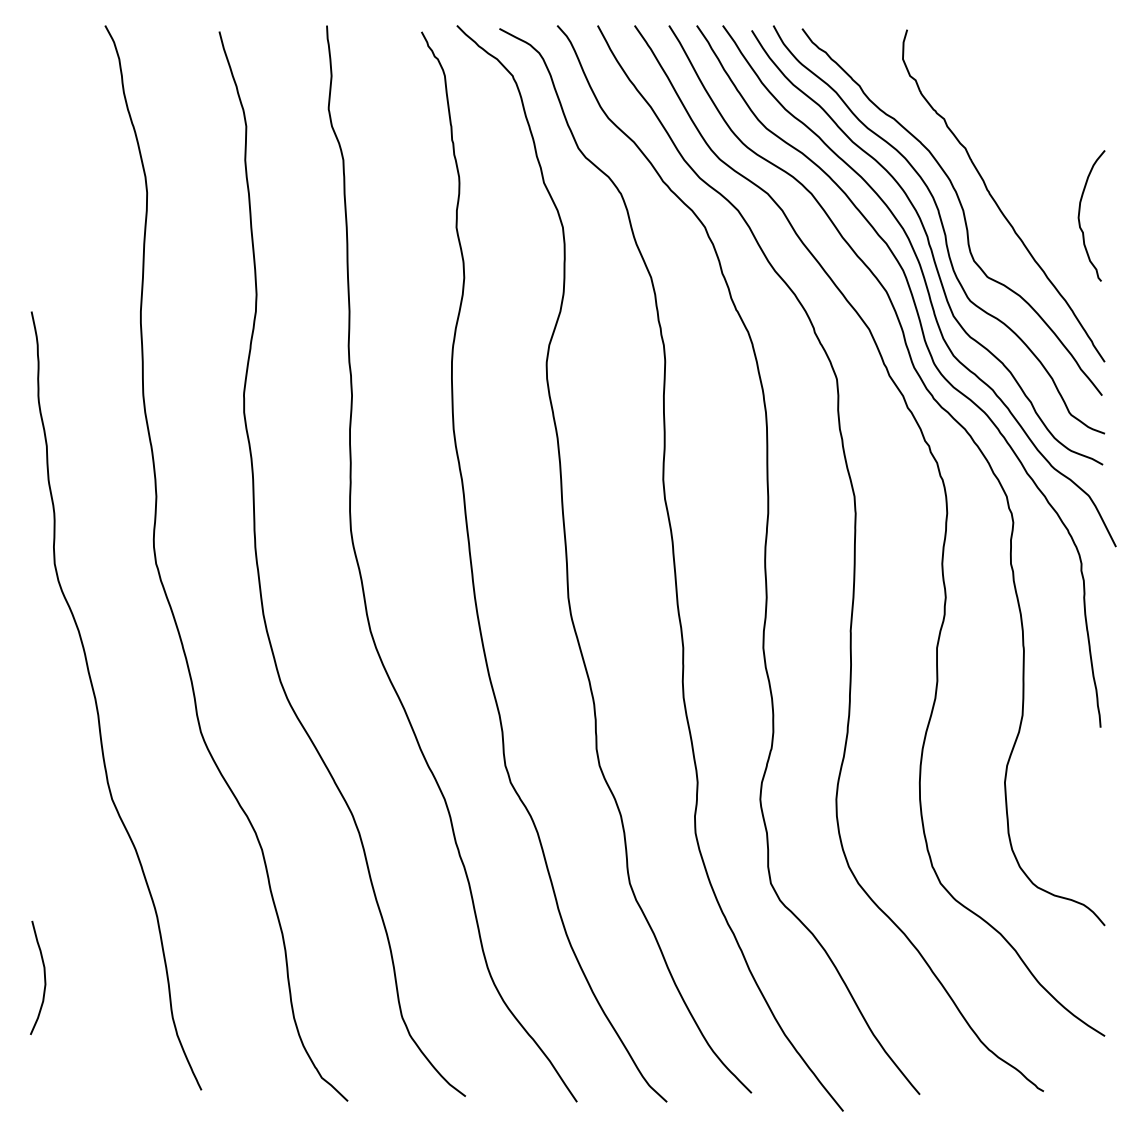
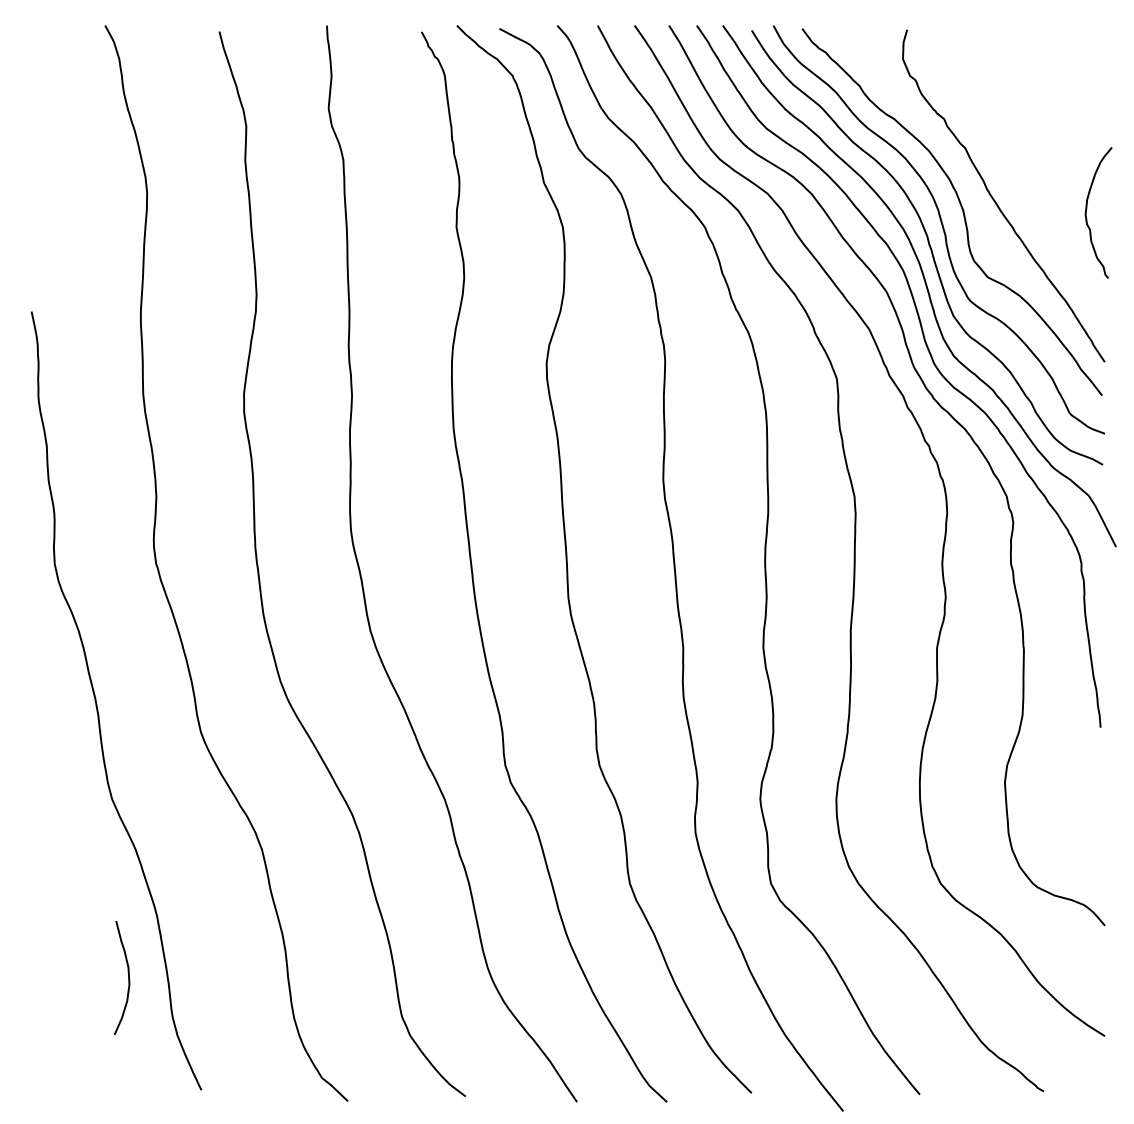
curve at (1080, 212) position: (1080, 212) -> (1087, 209)
curve at (44, 977) position: (44, 977) -> (128, 977)
